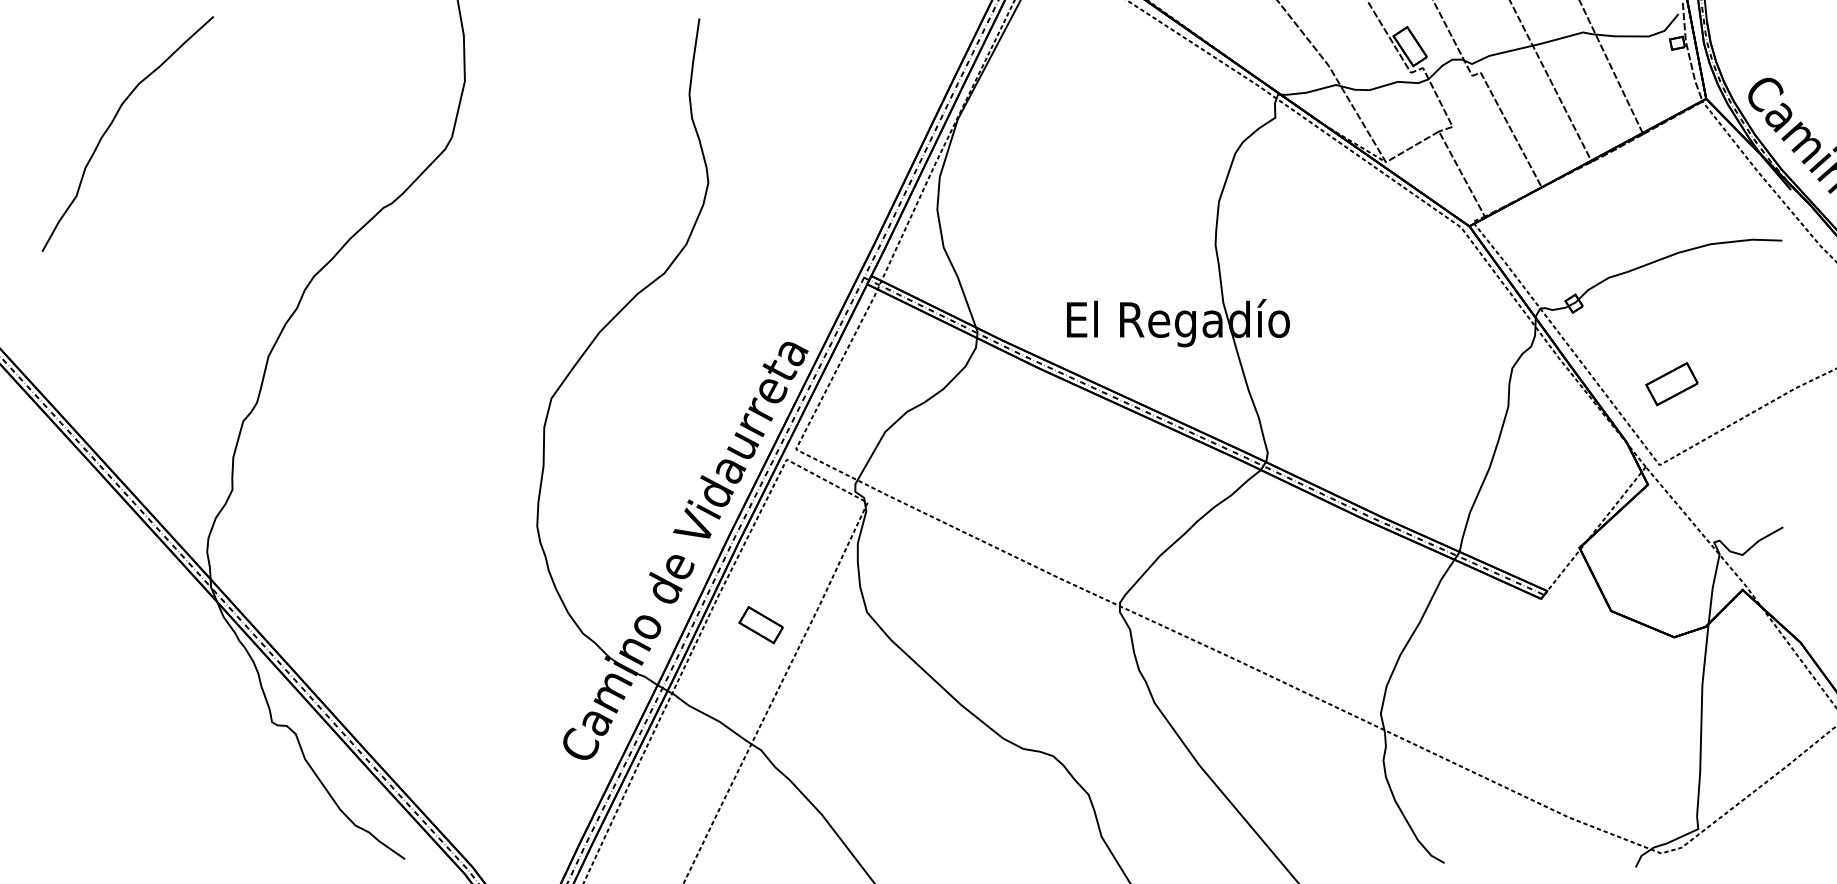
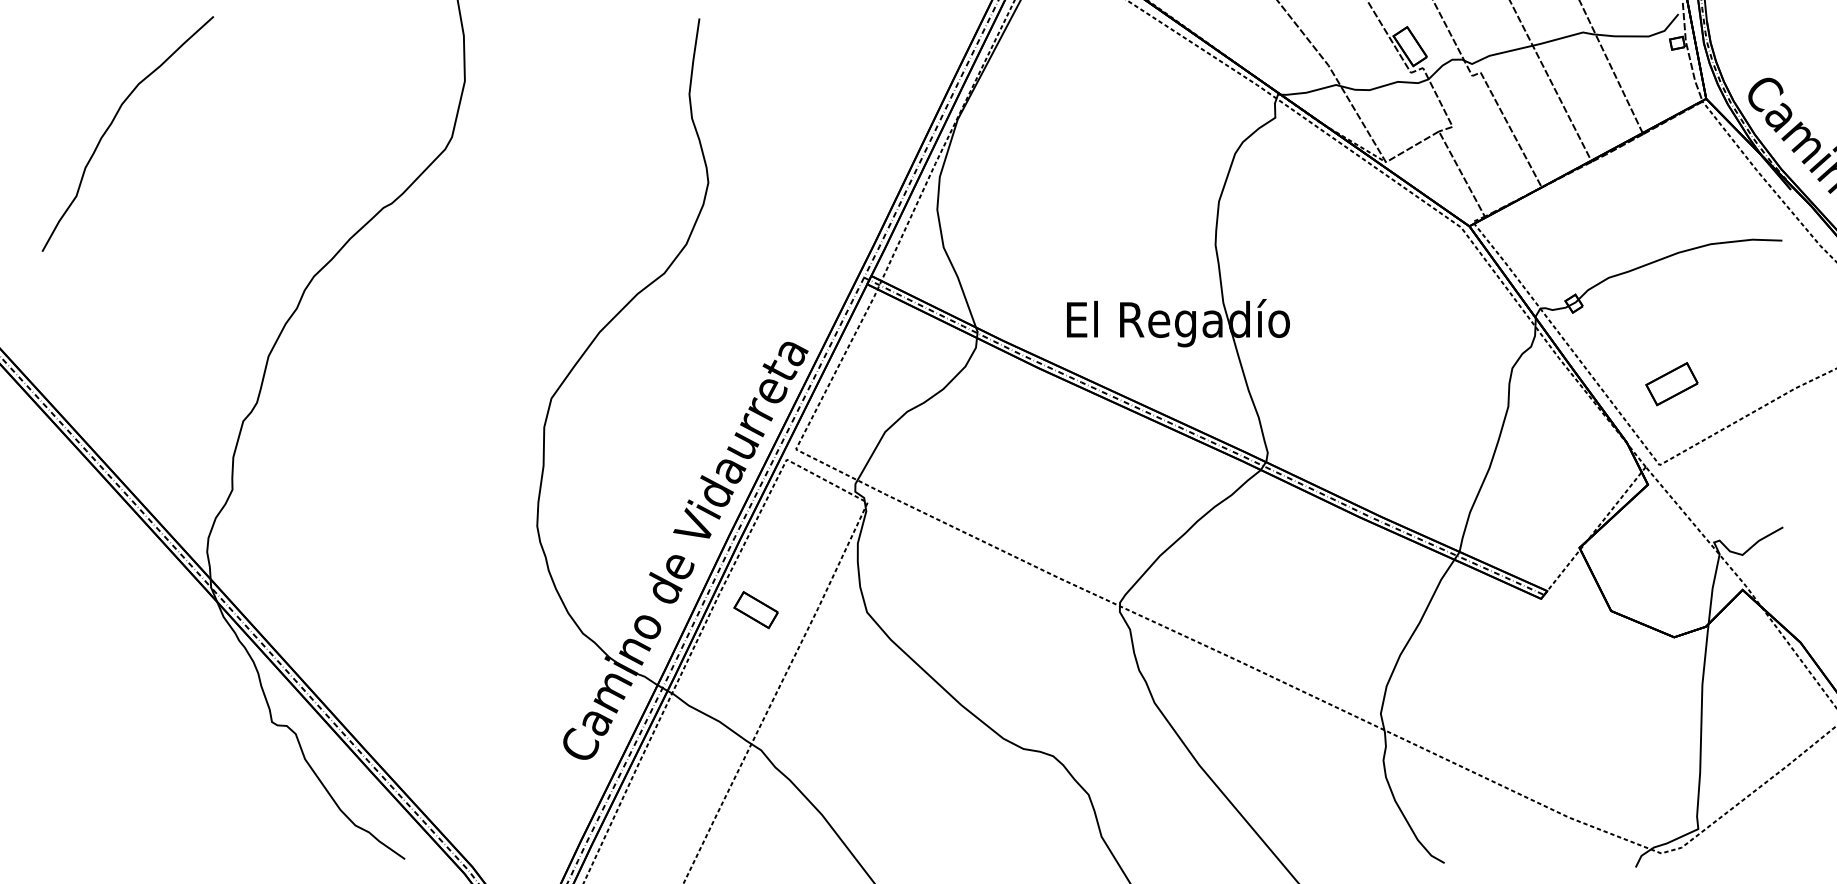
part at (760, 625) position: (760, 625) -> (755, 610)
